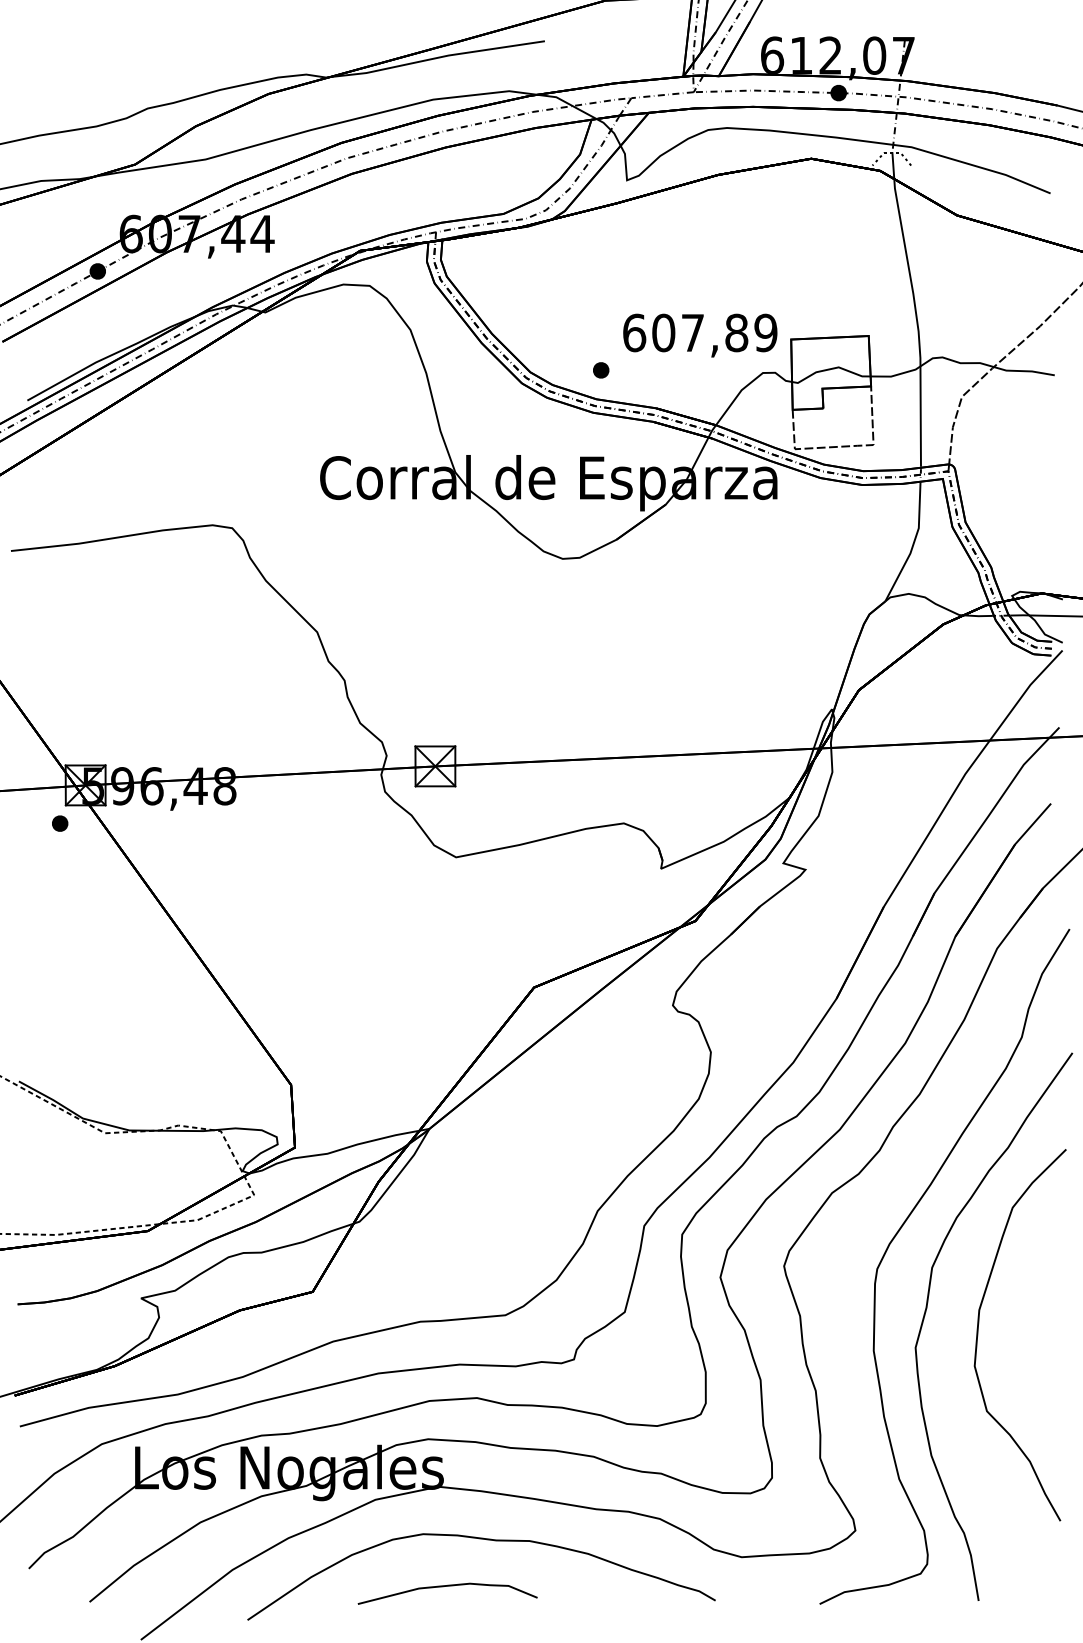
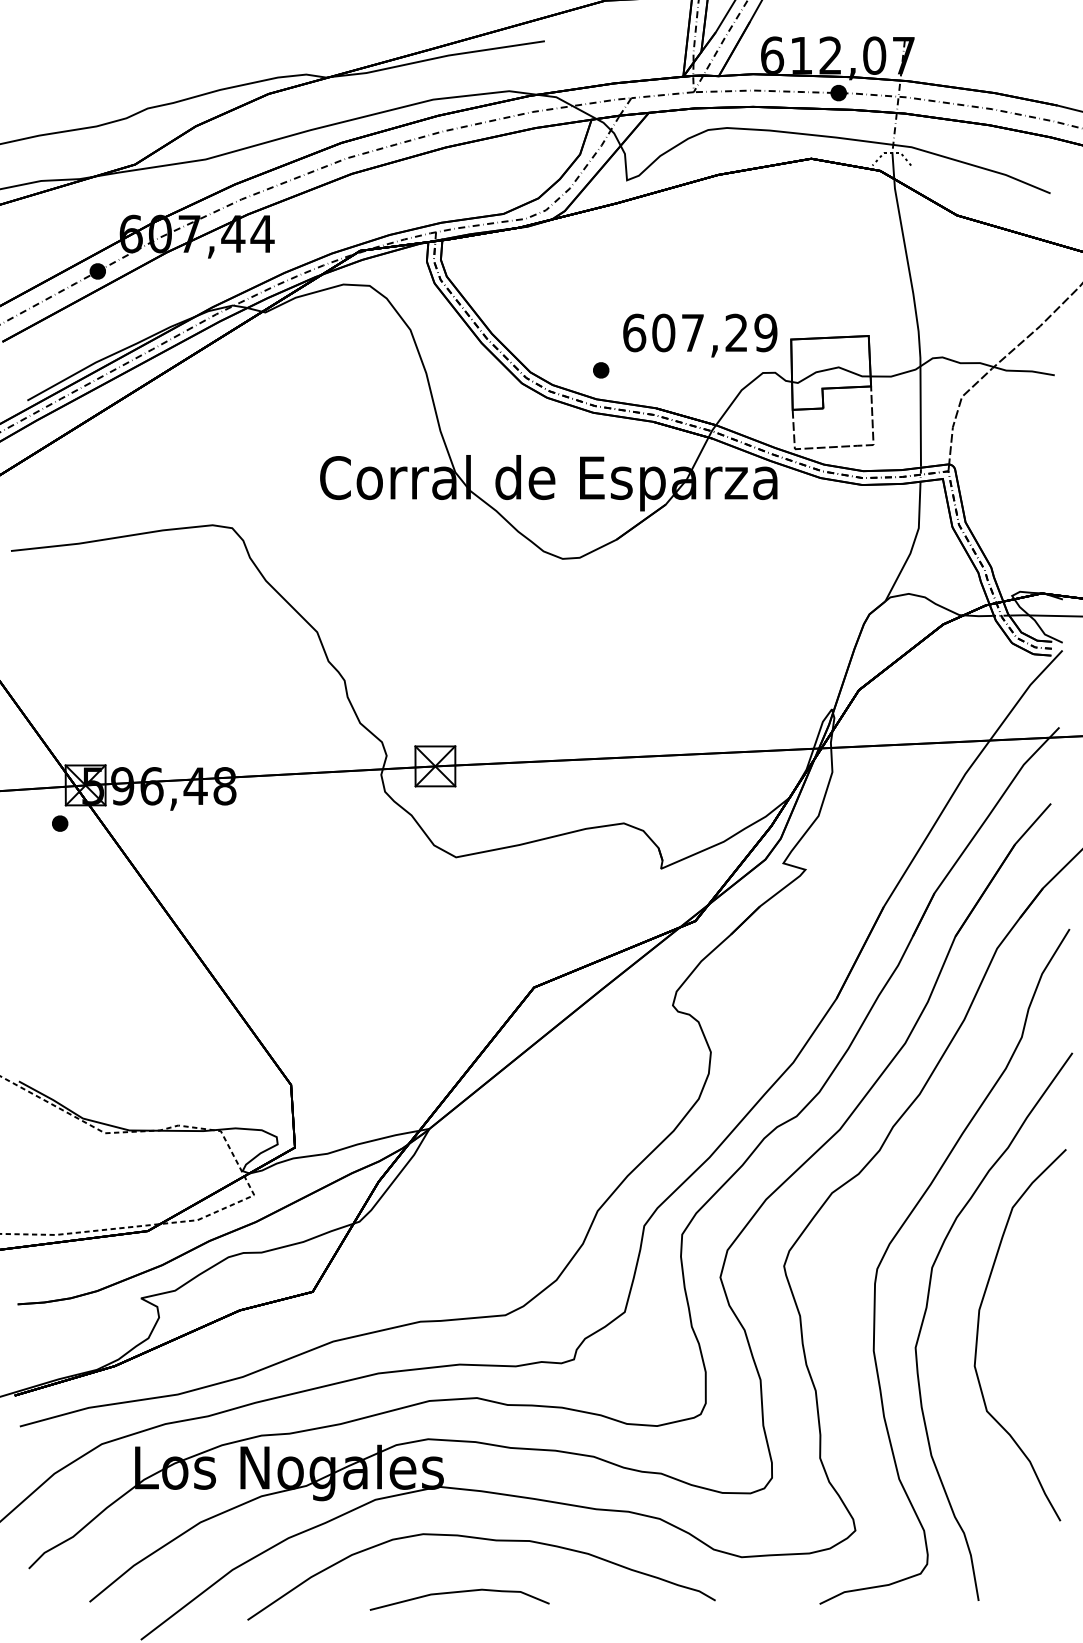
text at (736, 332): 607,89 -> 607,29
curve at (447, 1586) position: (447, 1586) -> (459, 1592)
